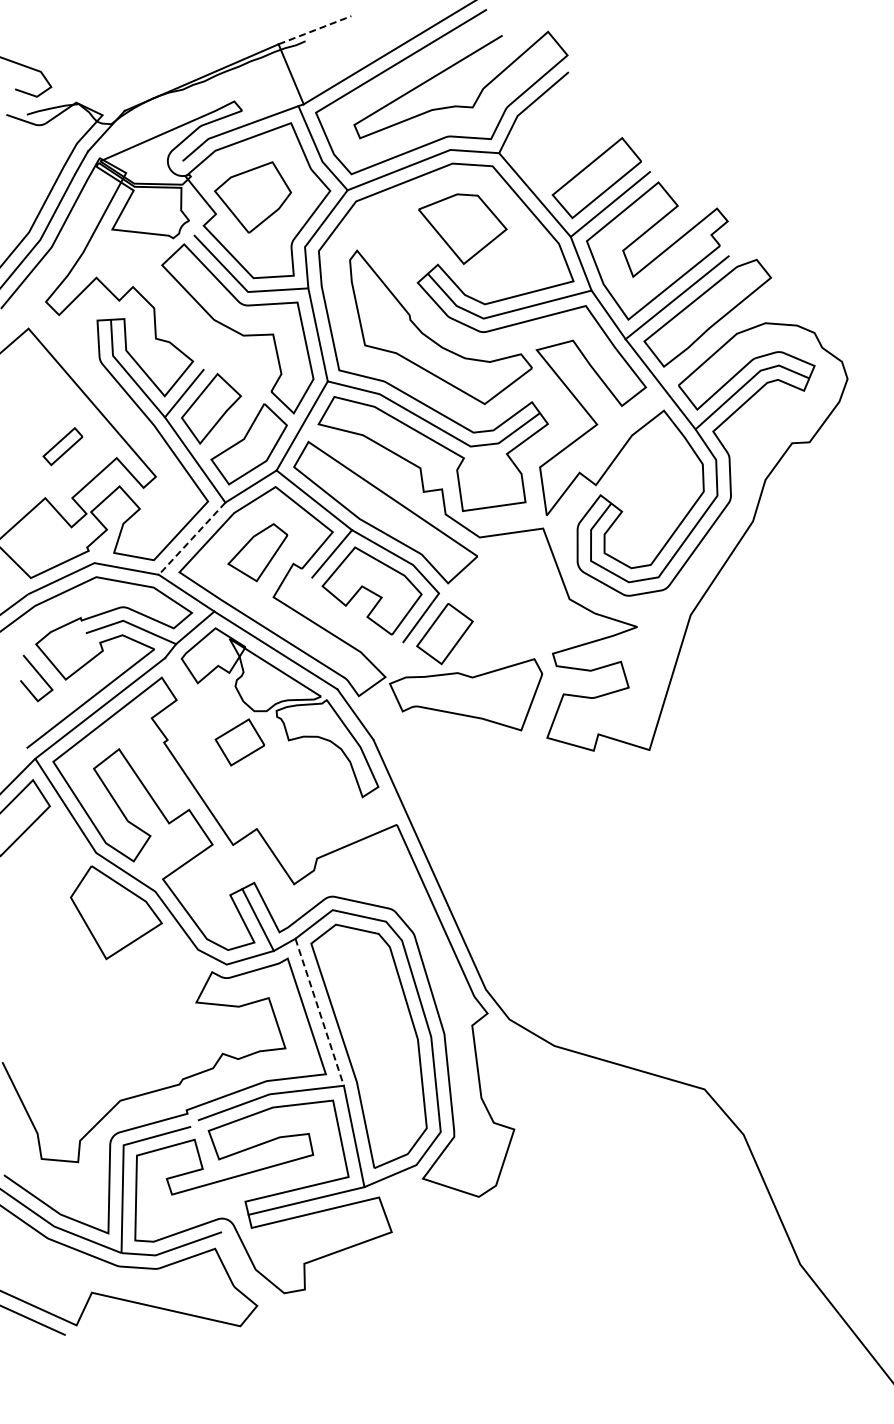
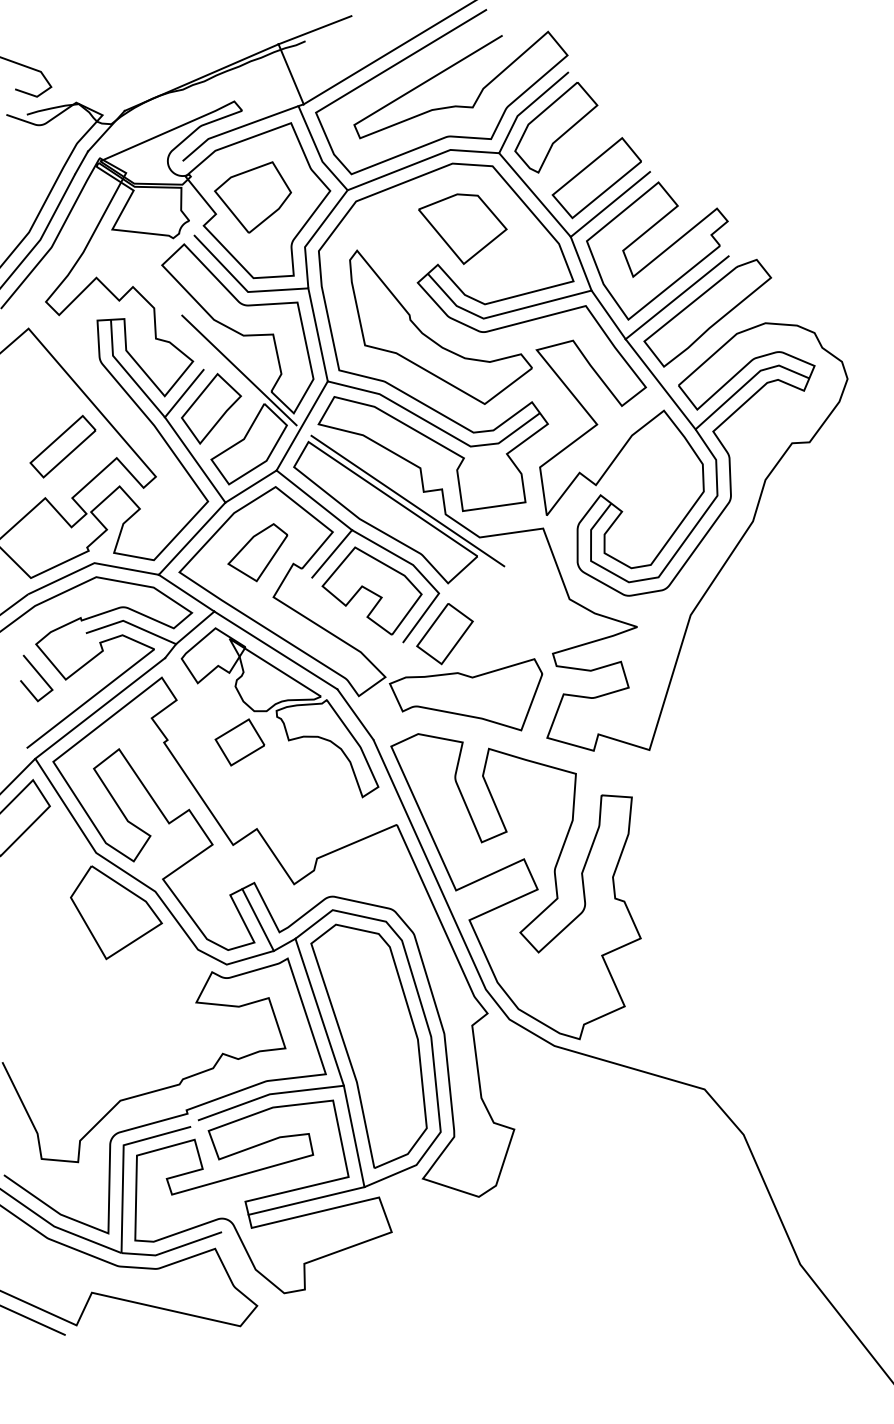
line at (315, 30): dashed -> solid
part at (556, 127): none -> present
line at (239, 370): none -> present
part at (62, 446) size: 42x40 px -> 68x65 px
line at (407, 500): none -> present
line at (191, 539): dashed -> solid
part at (519, 896): none -> present
line at (319, 1012): dashed -> solid
